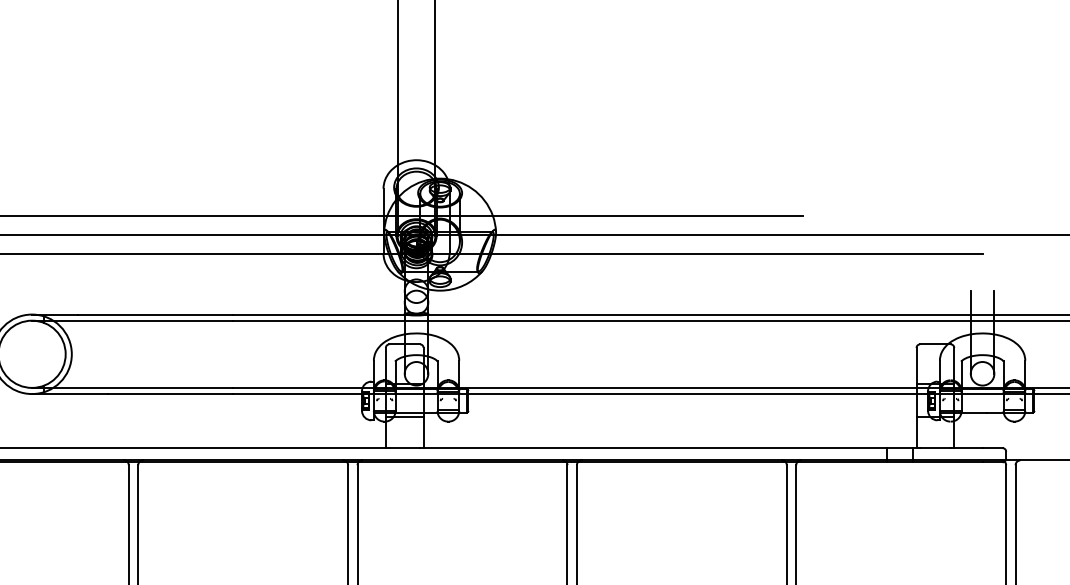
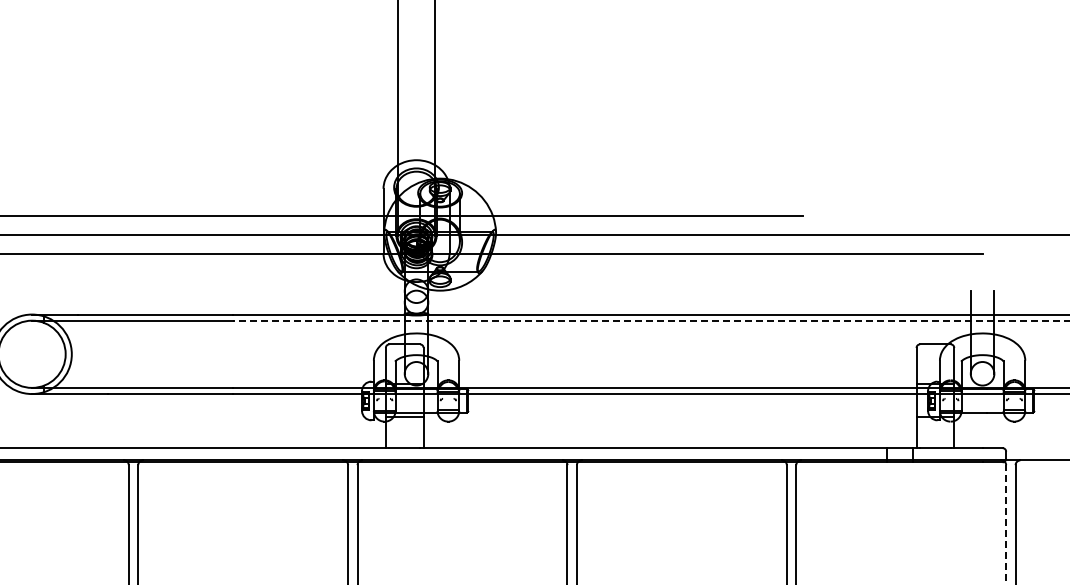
line at (651, 320): solid -> dashed
line at (1006, 524): solid -> dashed
